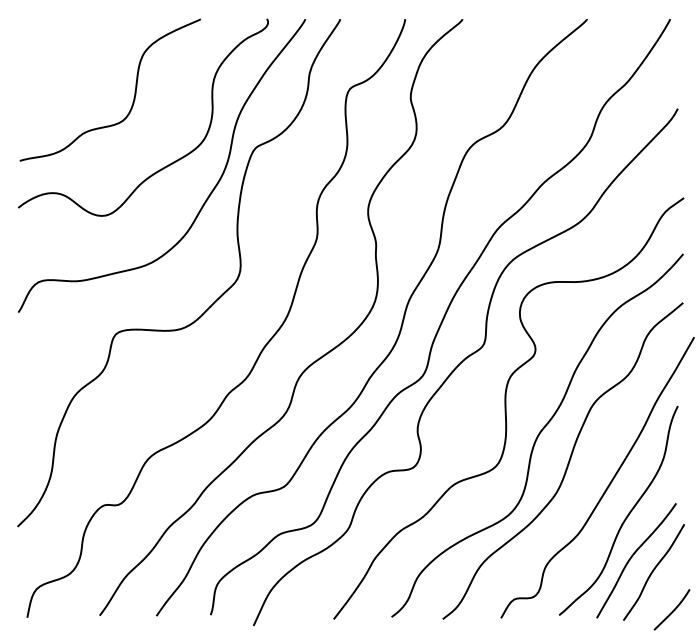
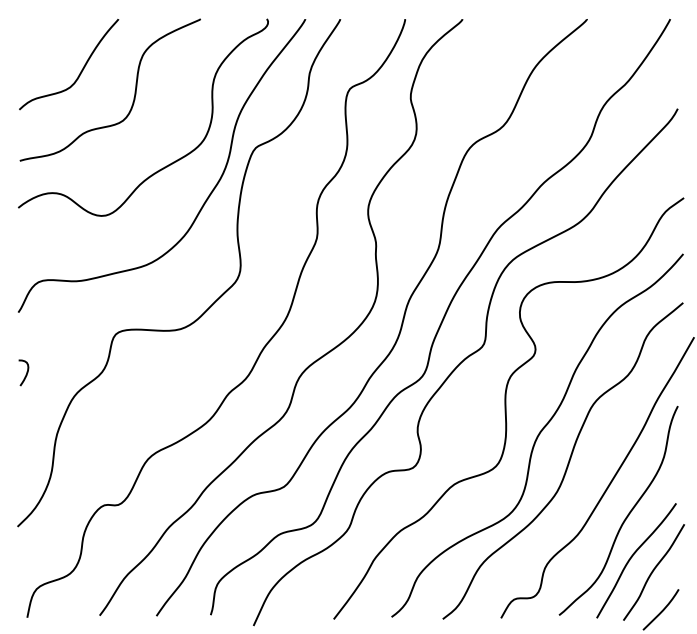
curve at (81, 69): none -> present
curve at (25, 374): none -> present
curve at (672, 610) position: (672, 610) -> (661, 610)
